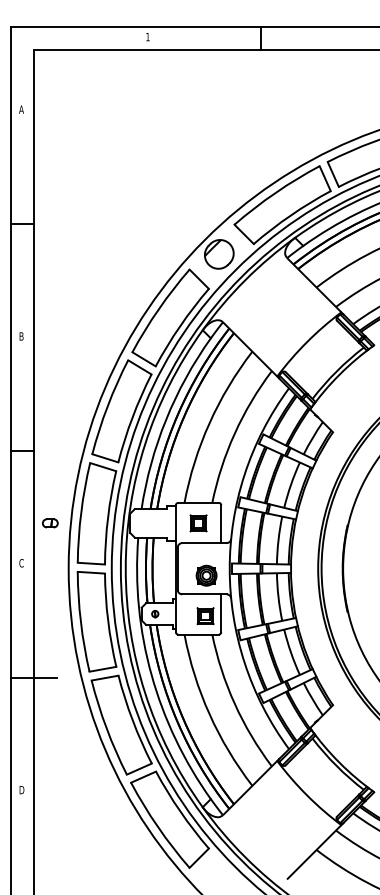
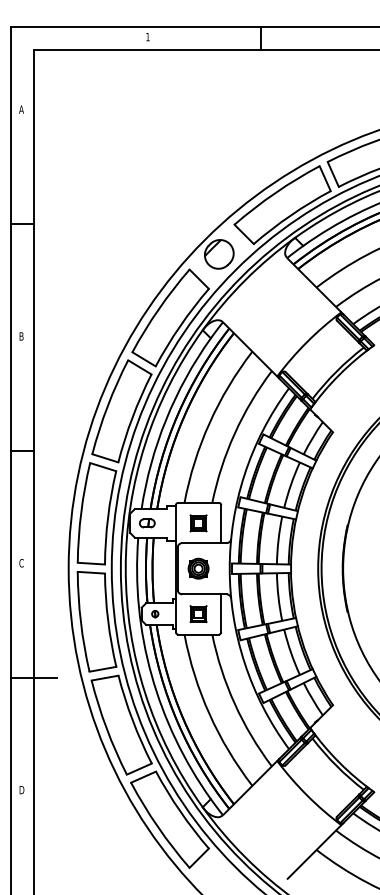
part at (50, 523) position: (50, 523) -> (147, 523)
part at (206, 575) position: (206, 575) -> (198, 568)
part at (205, 616) position: (205, 616) -> (198, 614)
